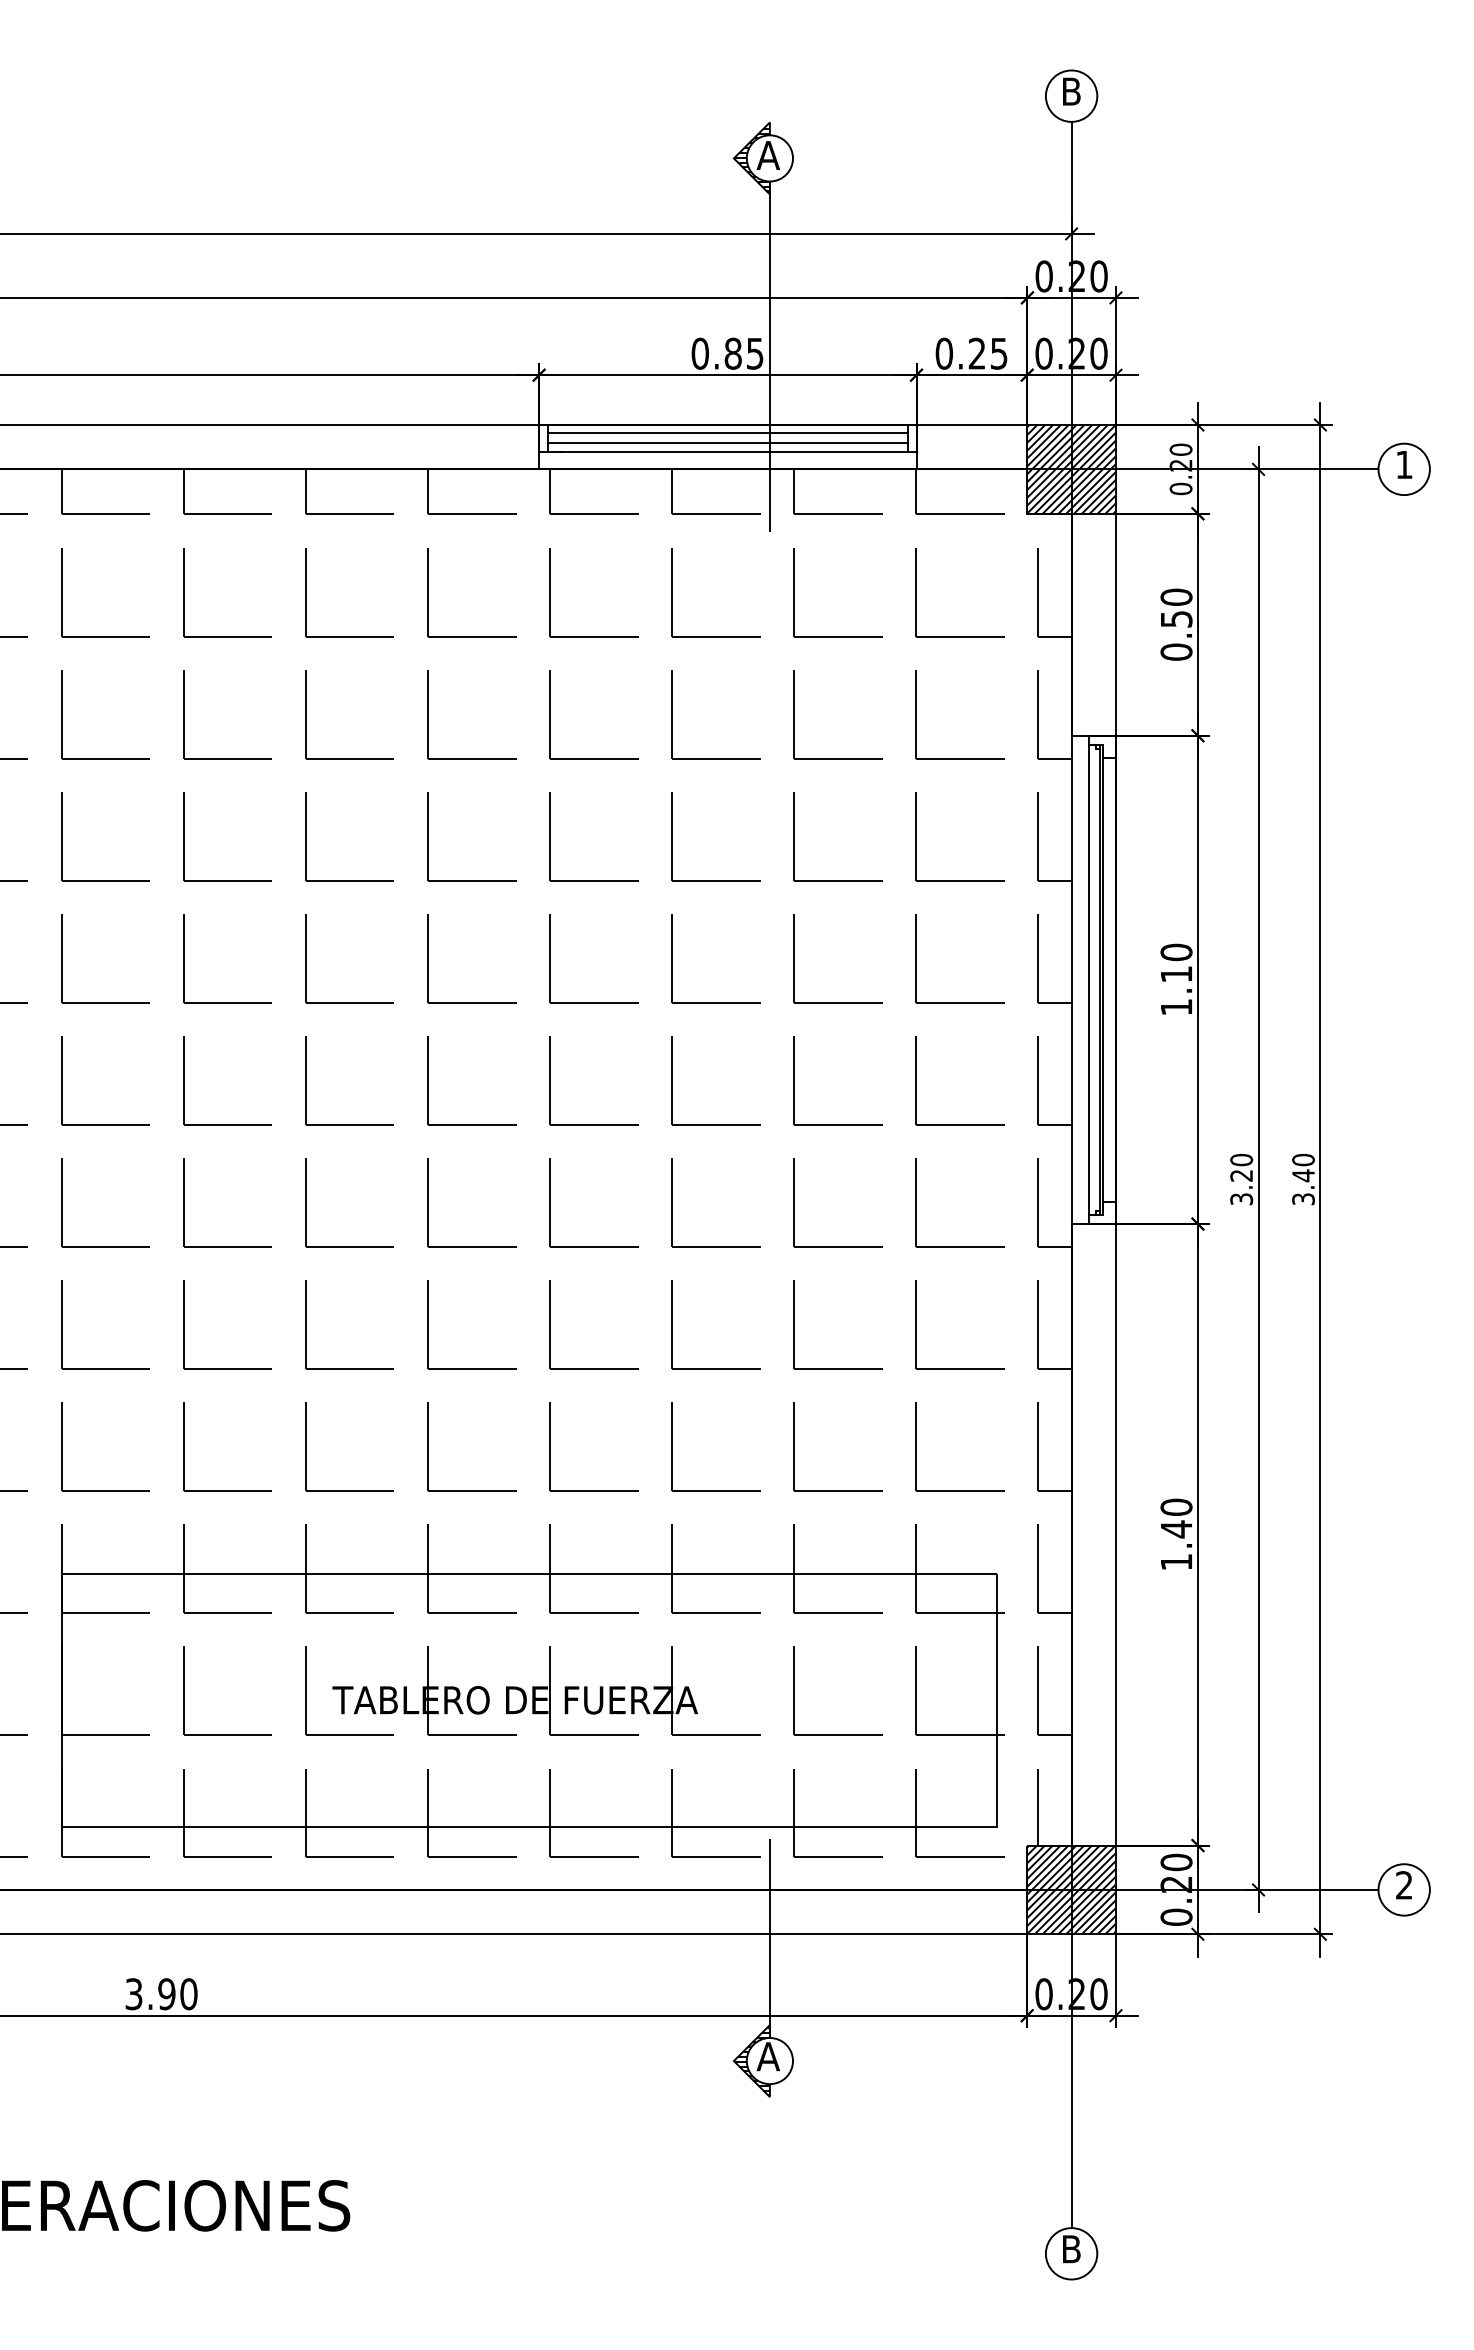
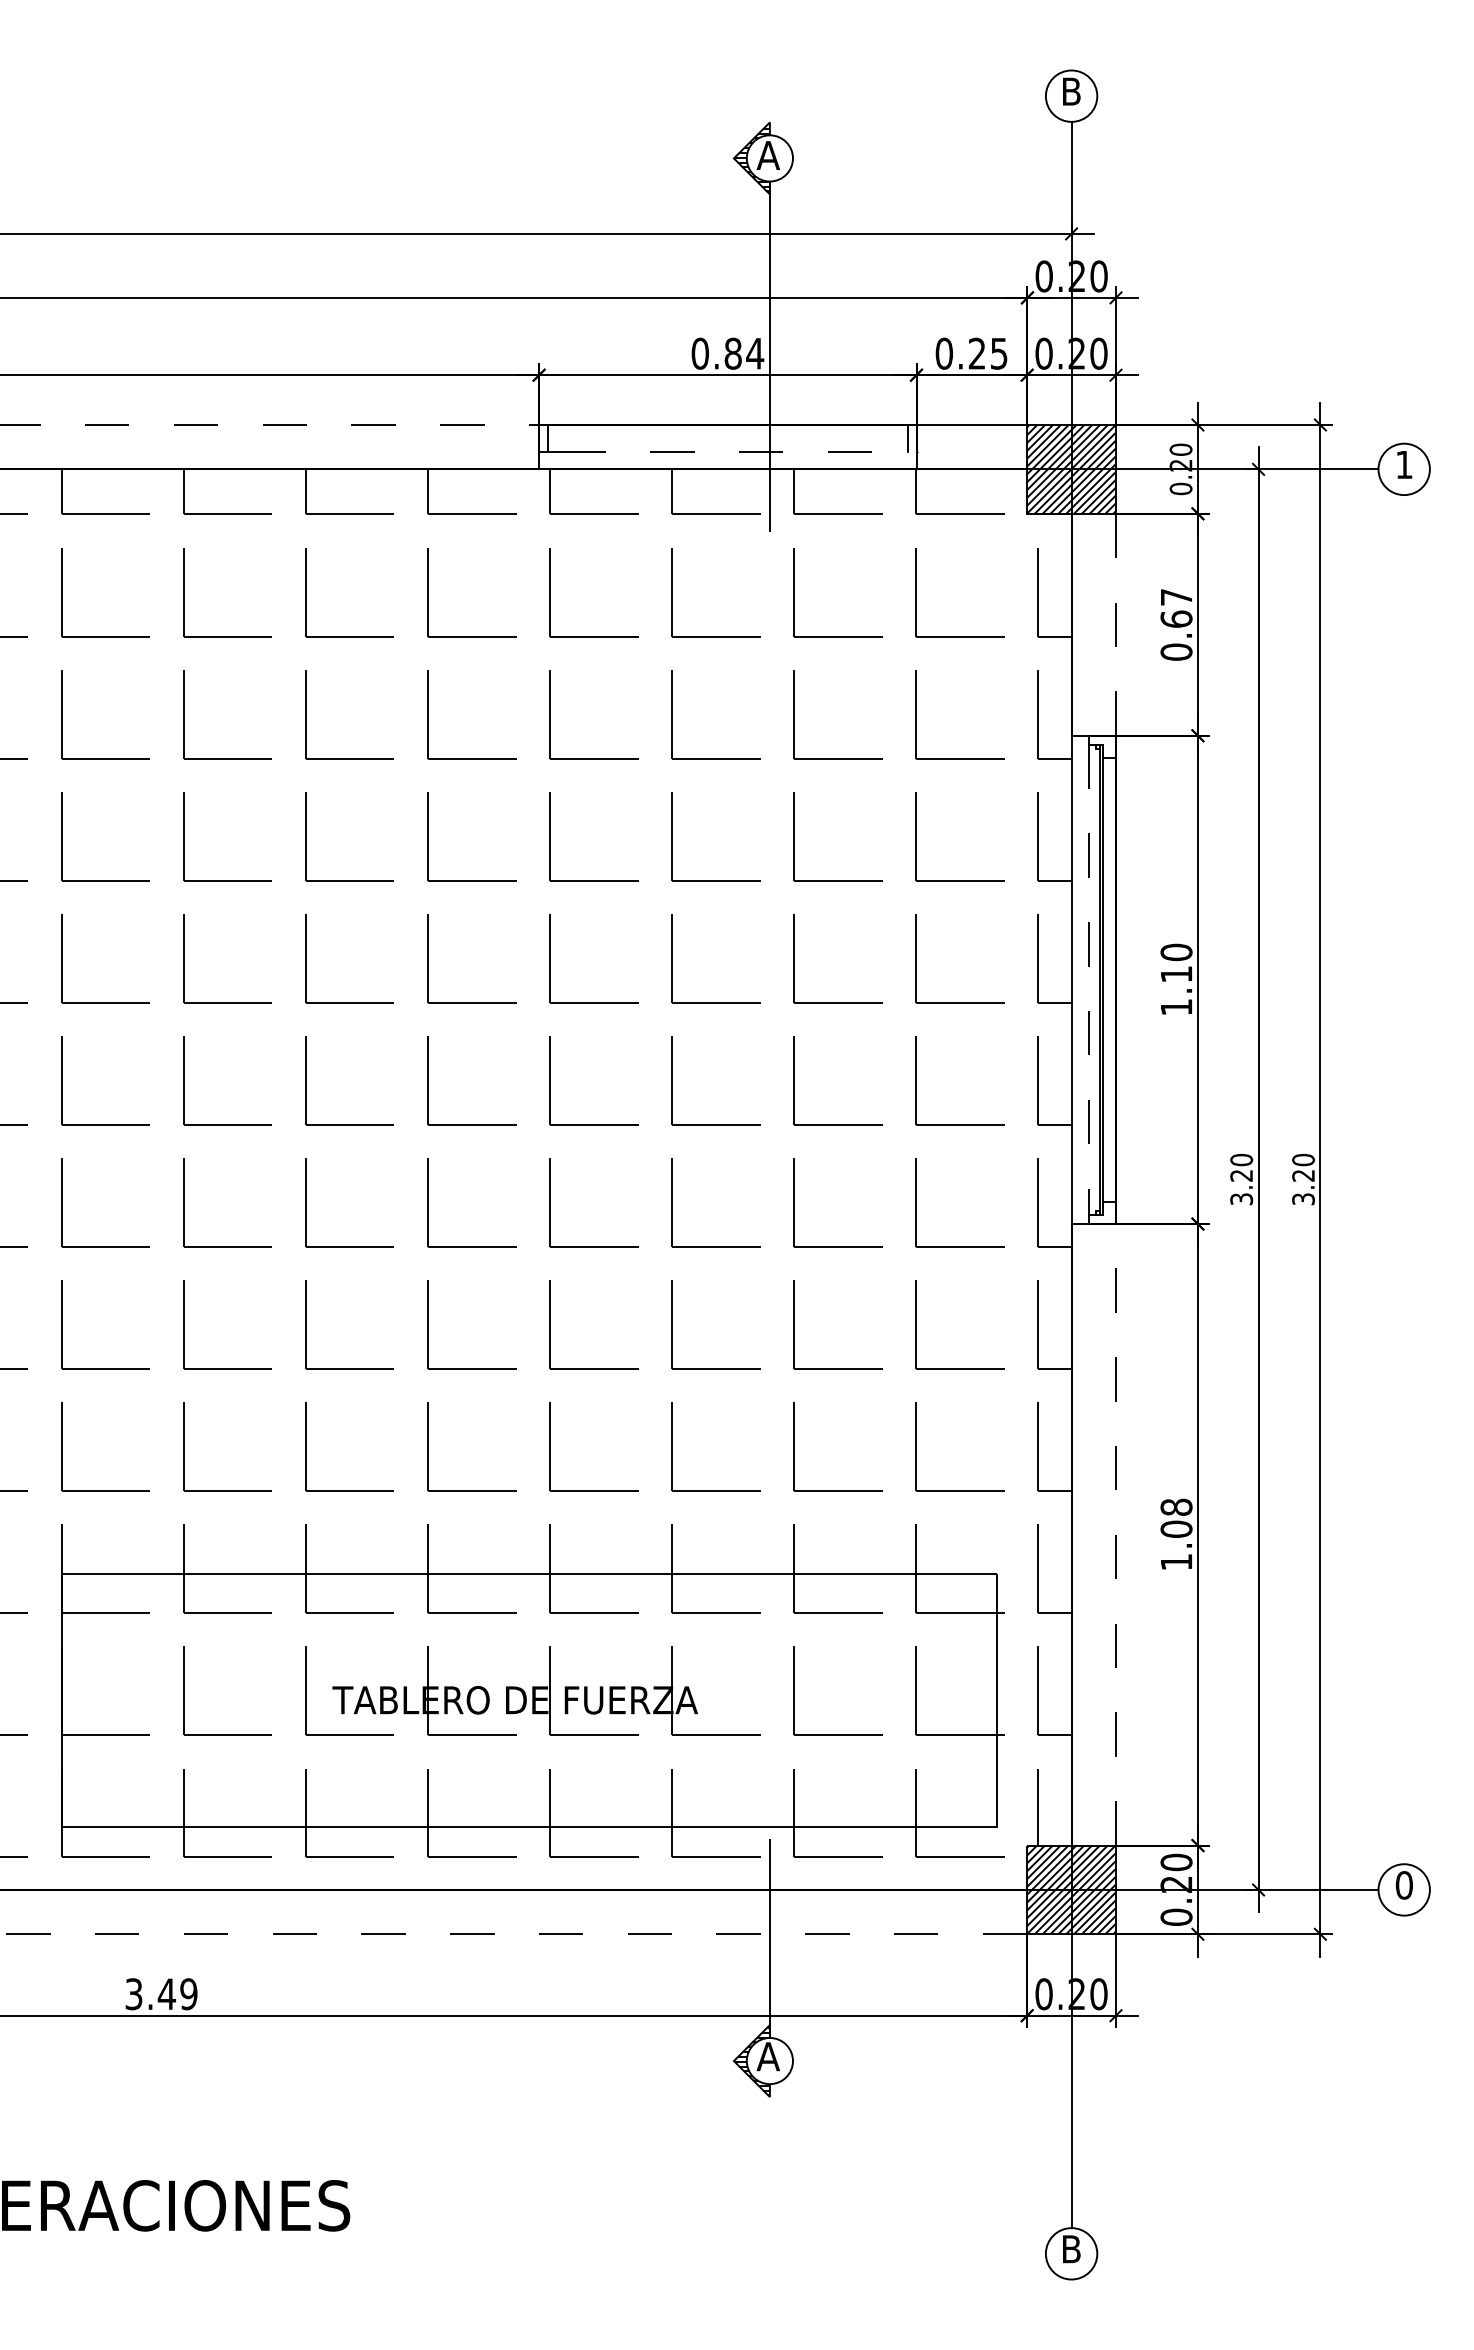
text at (755, 353): 0.85 -> 0.84
line at (270, 425): solid -> dashed
line at (727, 432): present -> none
line at (727, 442): present -> none
line at (738, 451): solid -> dashed
text at (1176, 607): 0.50 -> 0.67
line at (1115, 624): solid -> dashed
line at (1089, 980): solid -> dashed
text at (1303, 1175): 3.40 -> 3.20
text at (1176, 1518): 1.40 -> 1.08
line at (1115, 1534): solid -> dashed
text at (1403, 1885): 2 -> 0
line at (513, 1934): solid -> dashed
text at (177, 1994): 3.90 -> 3.49
